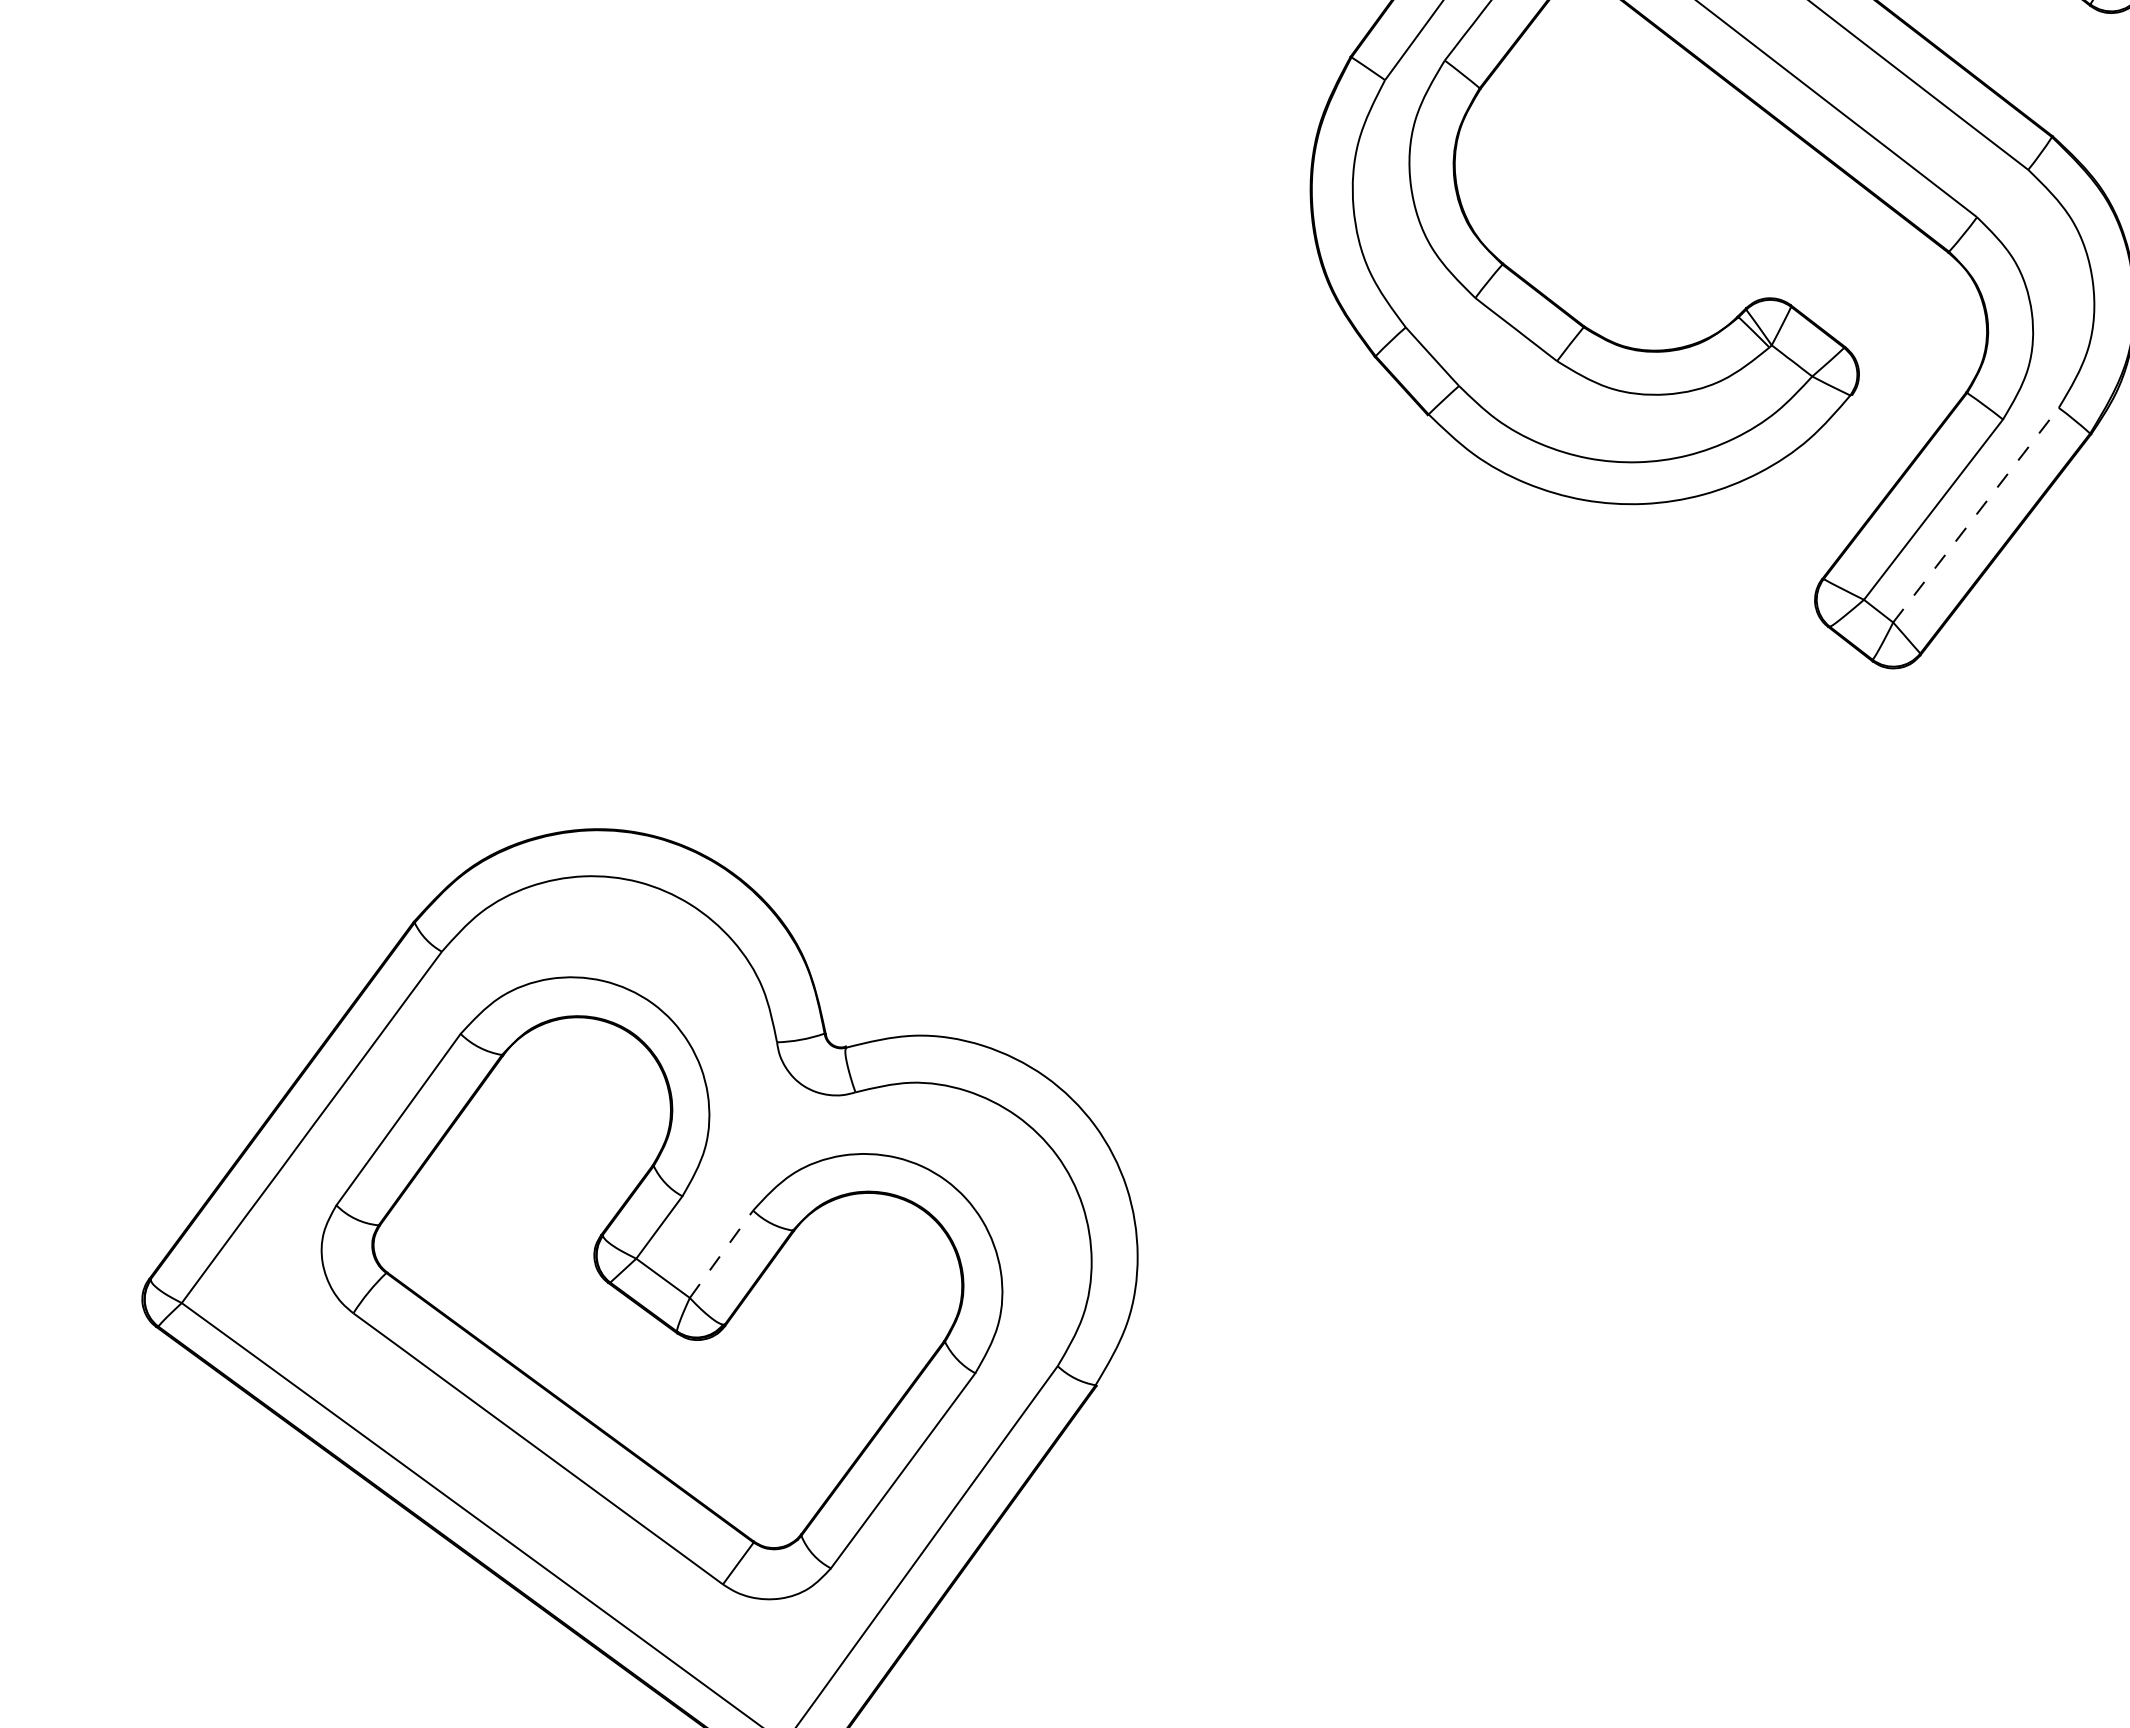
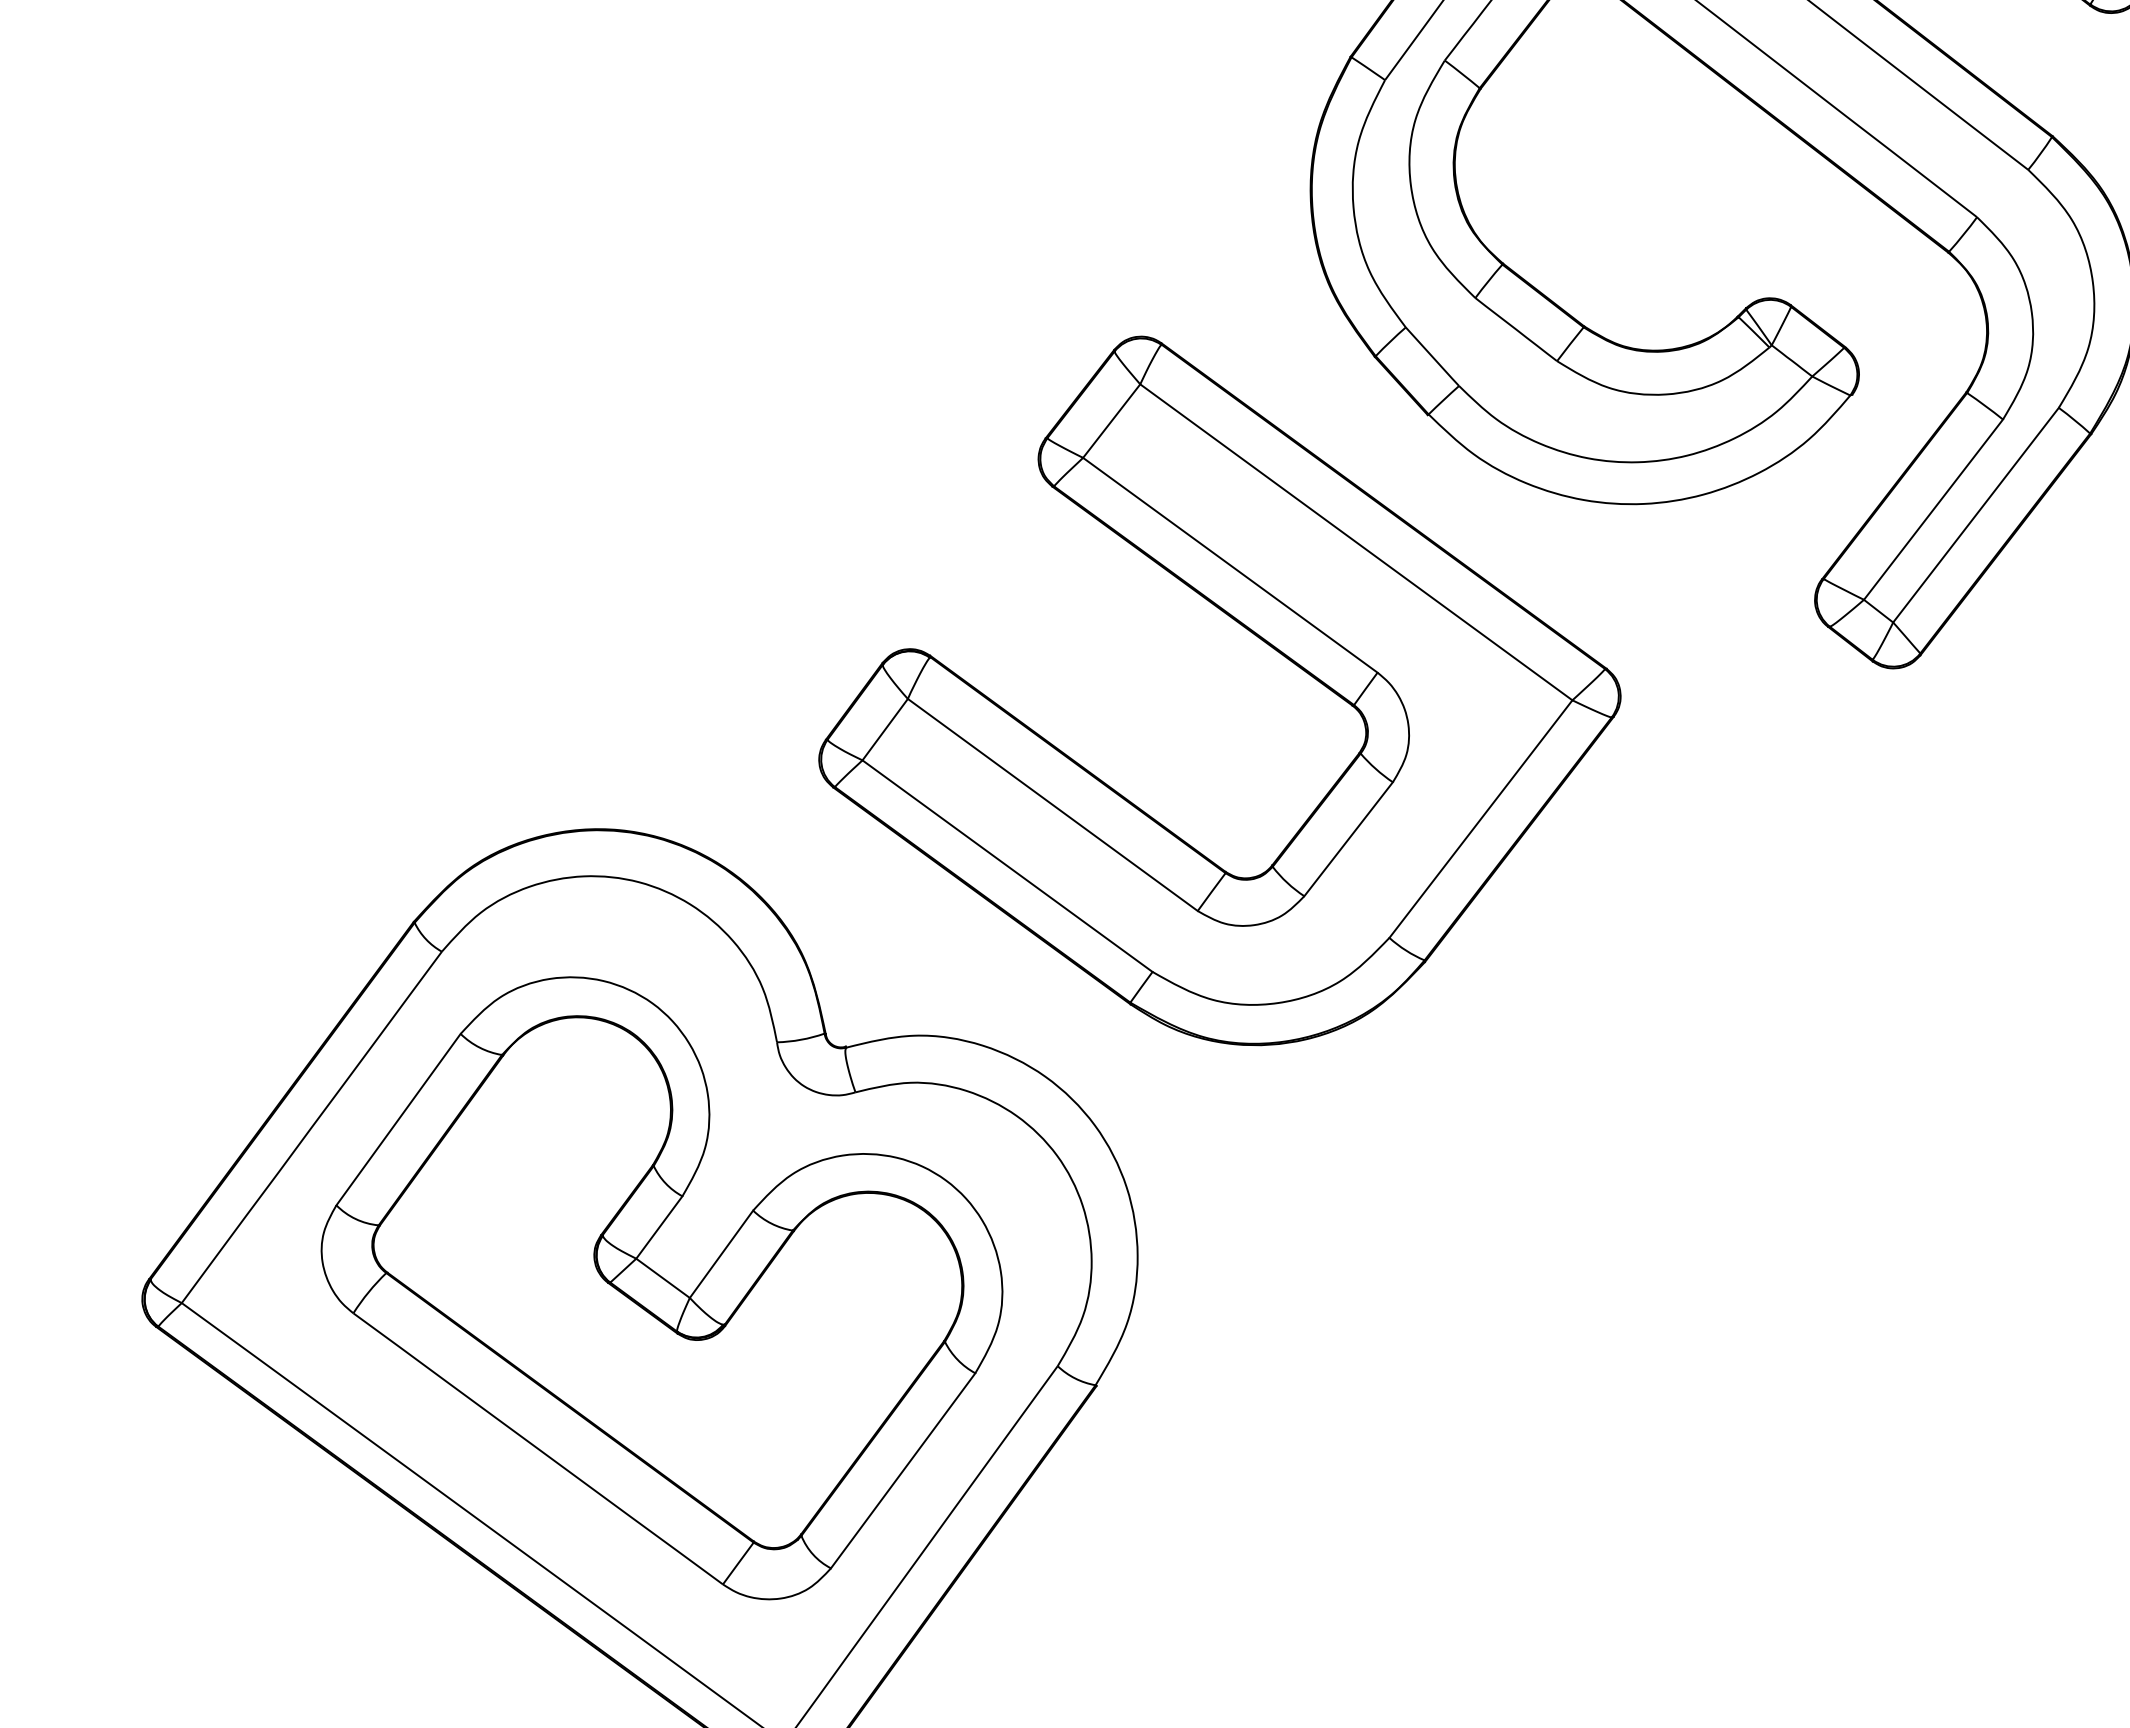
line at (1976, 515): dashed -> solid
part at (1258, 638): none -> present
line at (721, 1254): dashed -> solid
